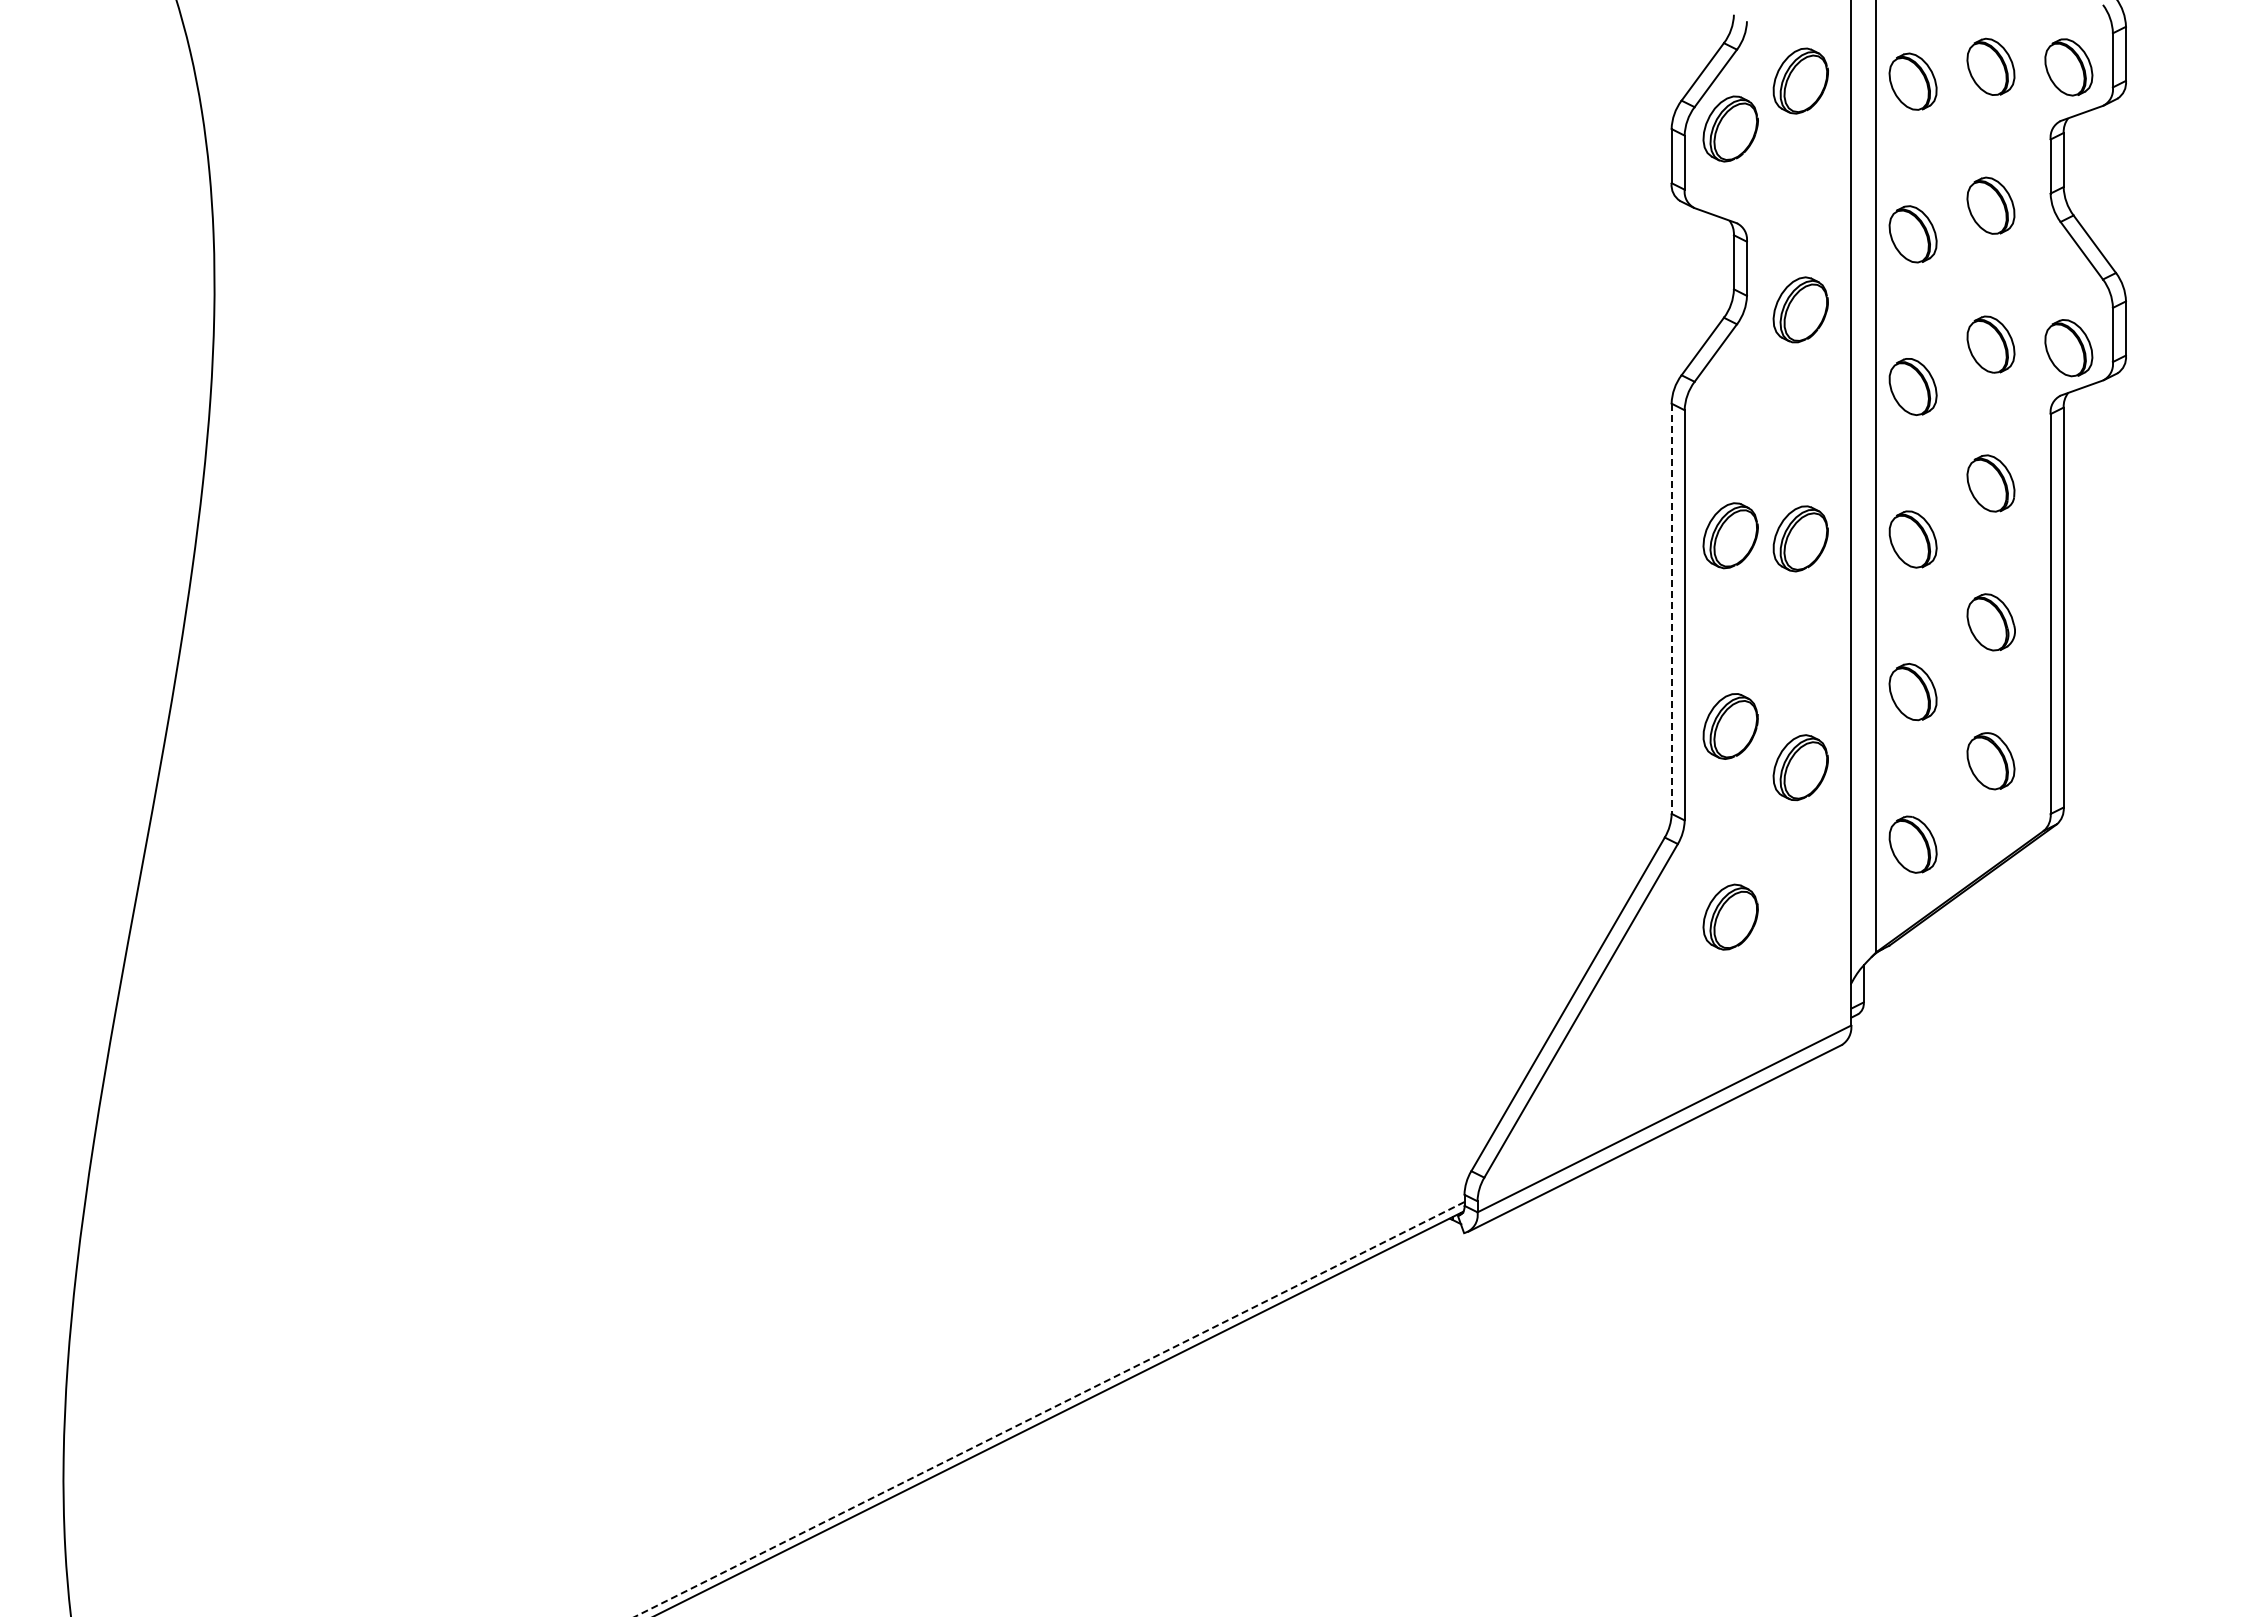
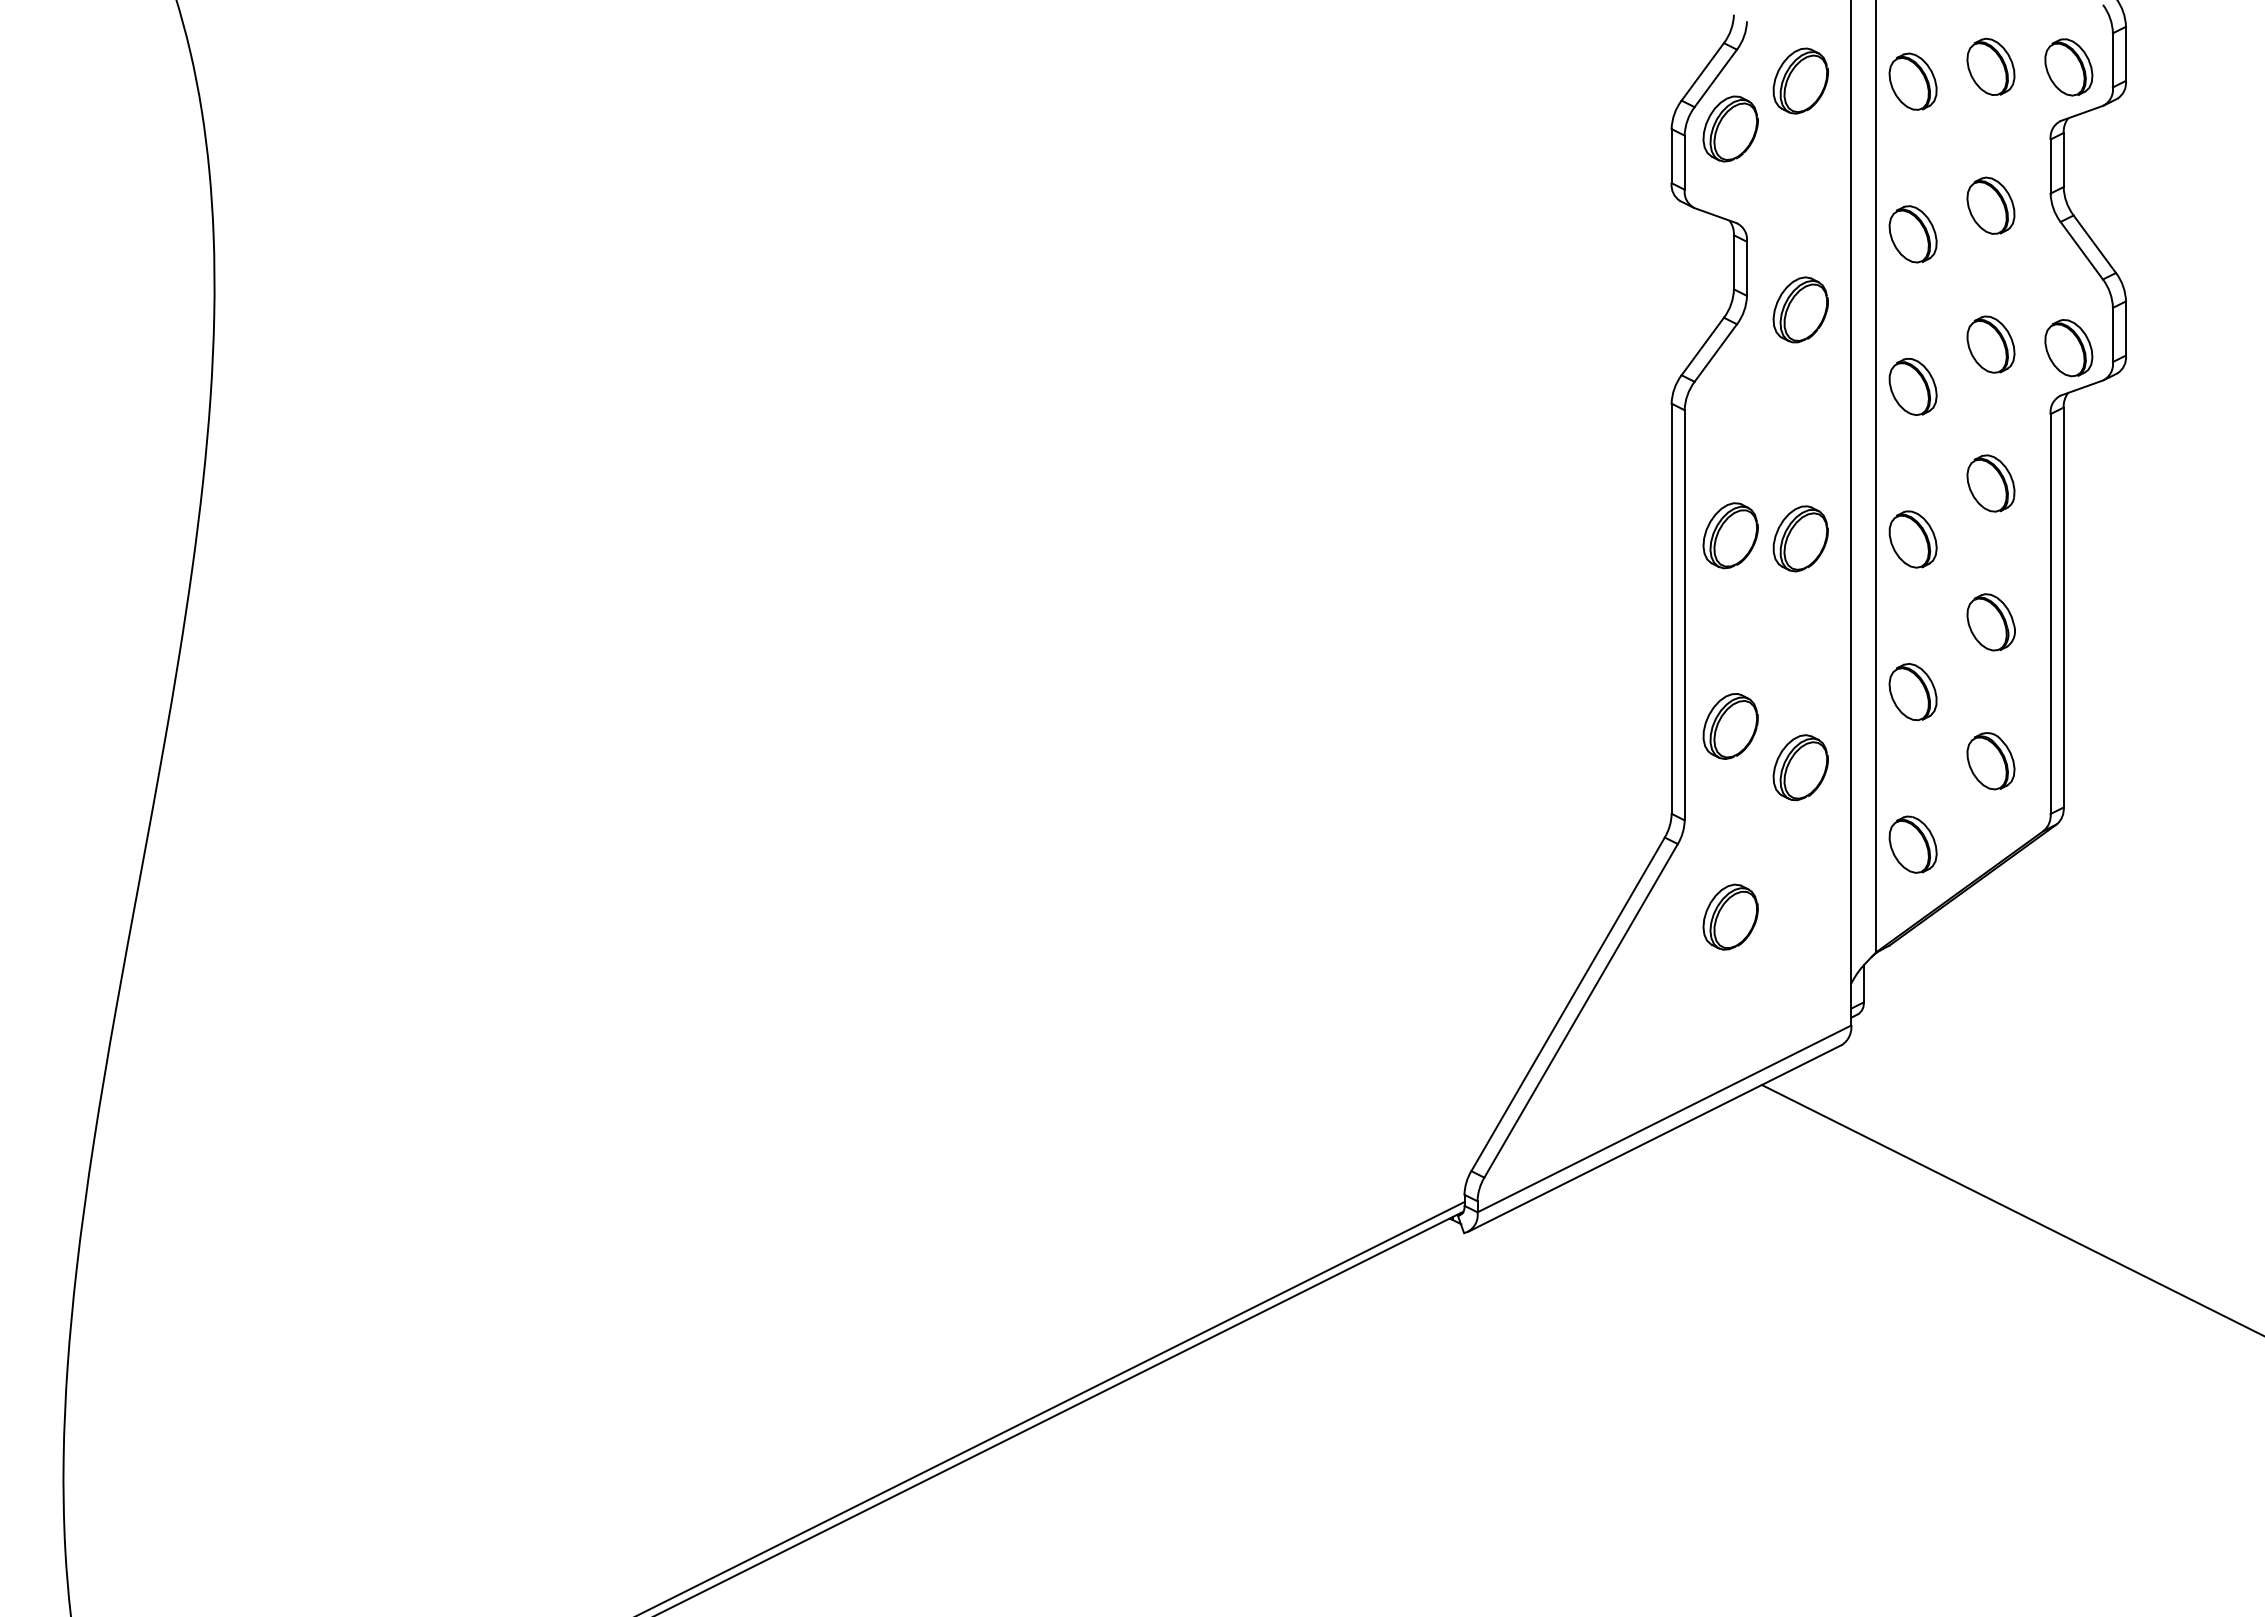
line at (1671, 609): dashed -> solid
line at (2011, 1209): none -> present
line at (1049, 1409): dashed -> solid
